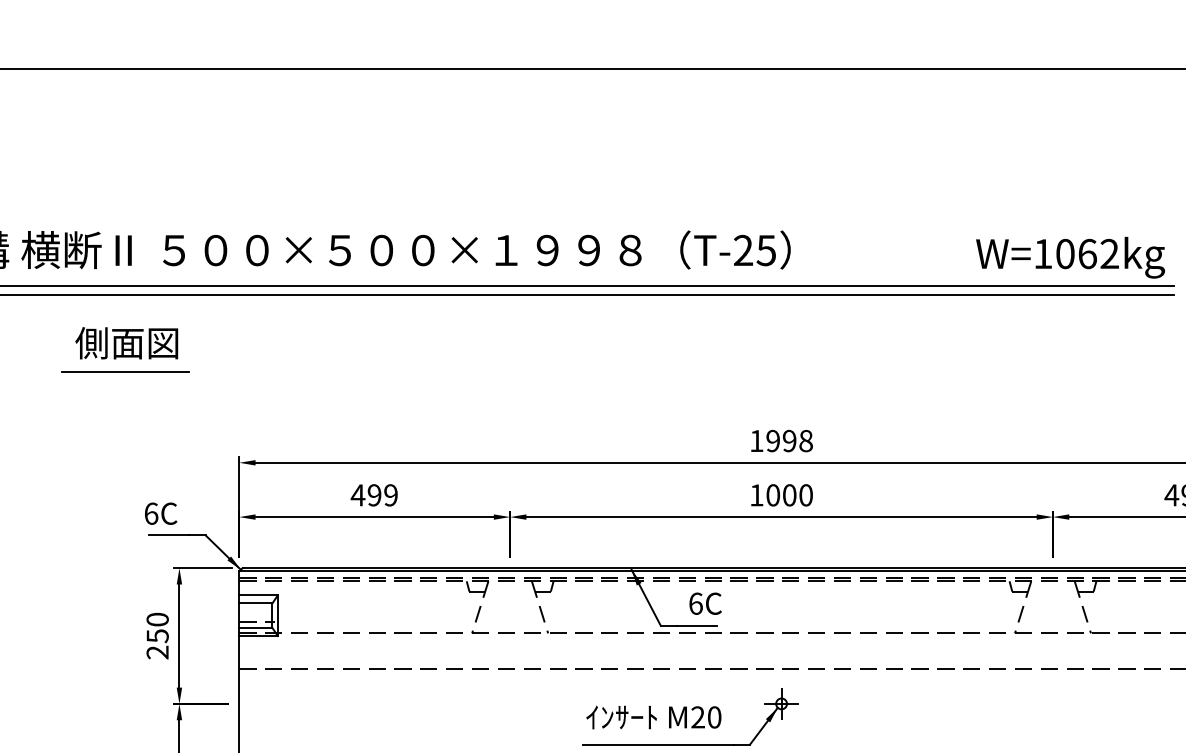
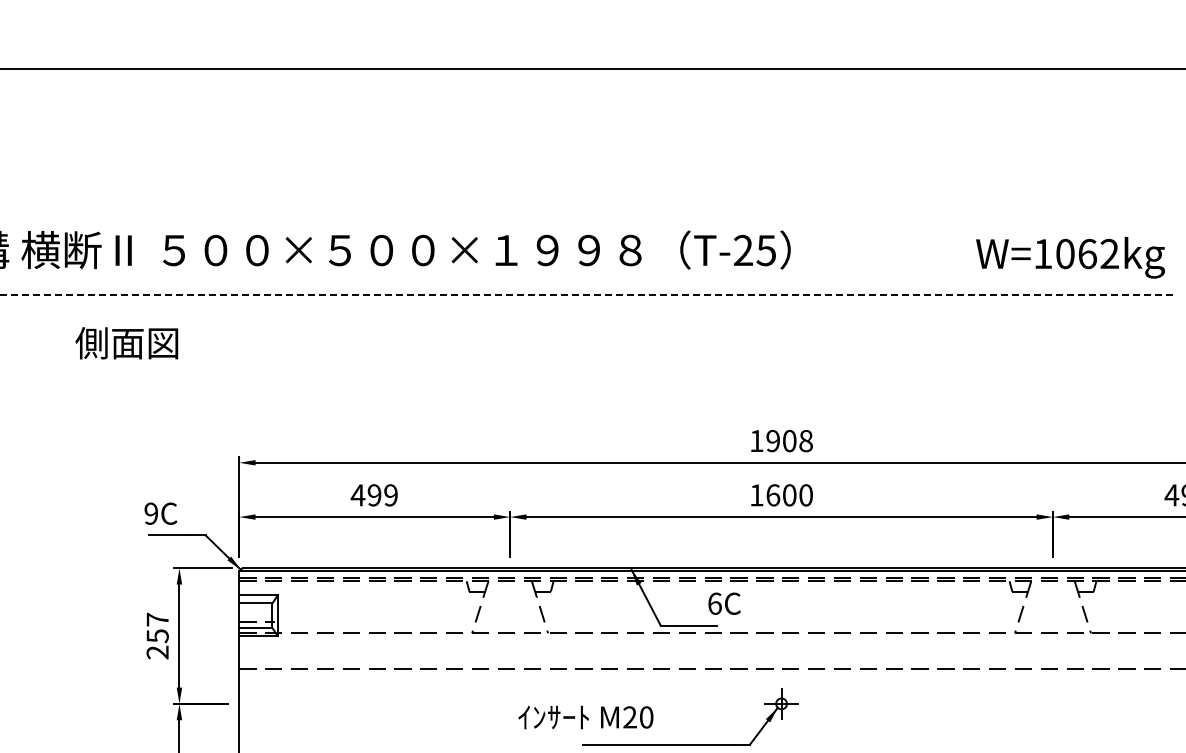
line at (588, 286): present -> none
line at (587, 294): solid -> dashed
line at (125, 372): present -> none
text at (789, 441): 1998 -> 1908
text at (773, 495): 1000 -> 1600
text at (151, 513): 6C -> 9C
text at (705, 603) position: (705, 603) -> (724, 603)
text at (157, 619): 250 -> 257
text at (653, 717) position: (653, 717) -> (585, 717)
